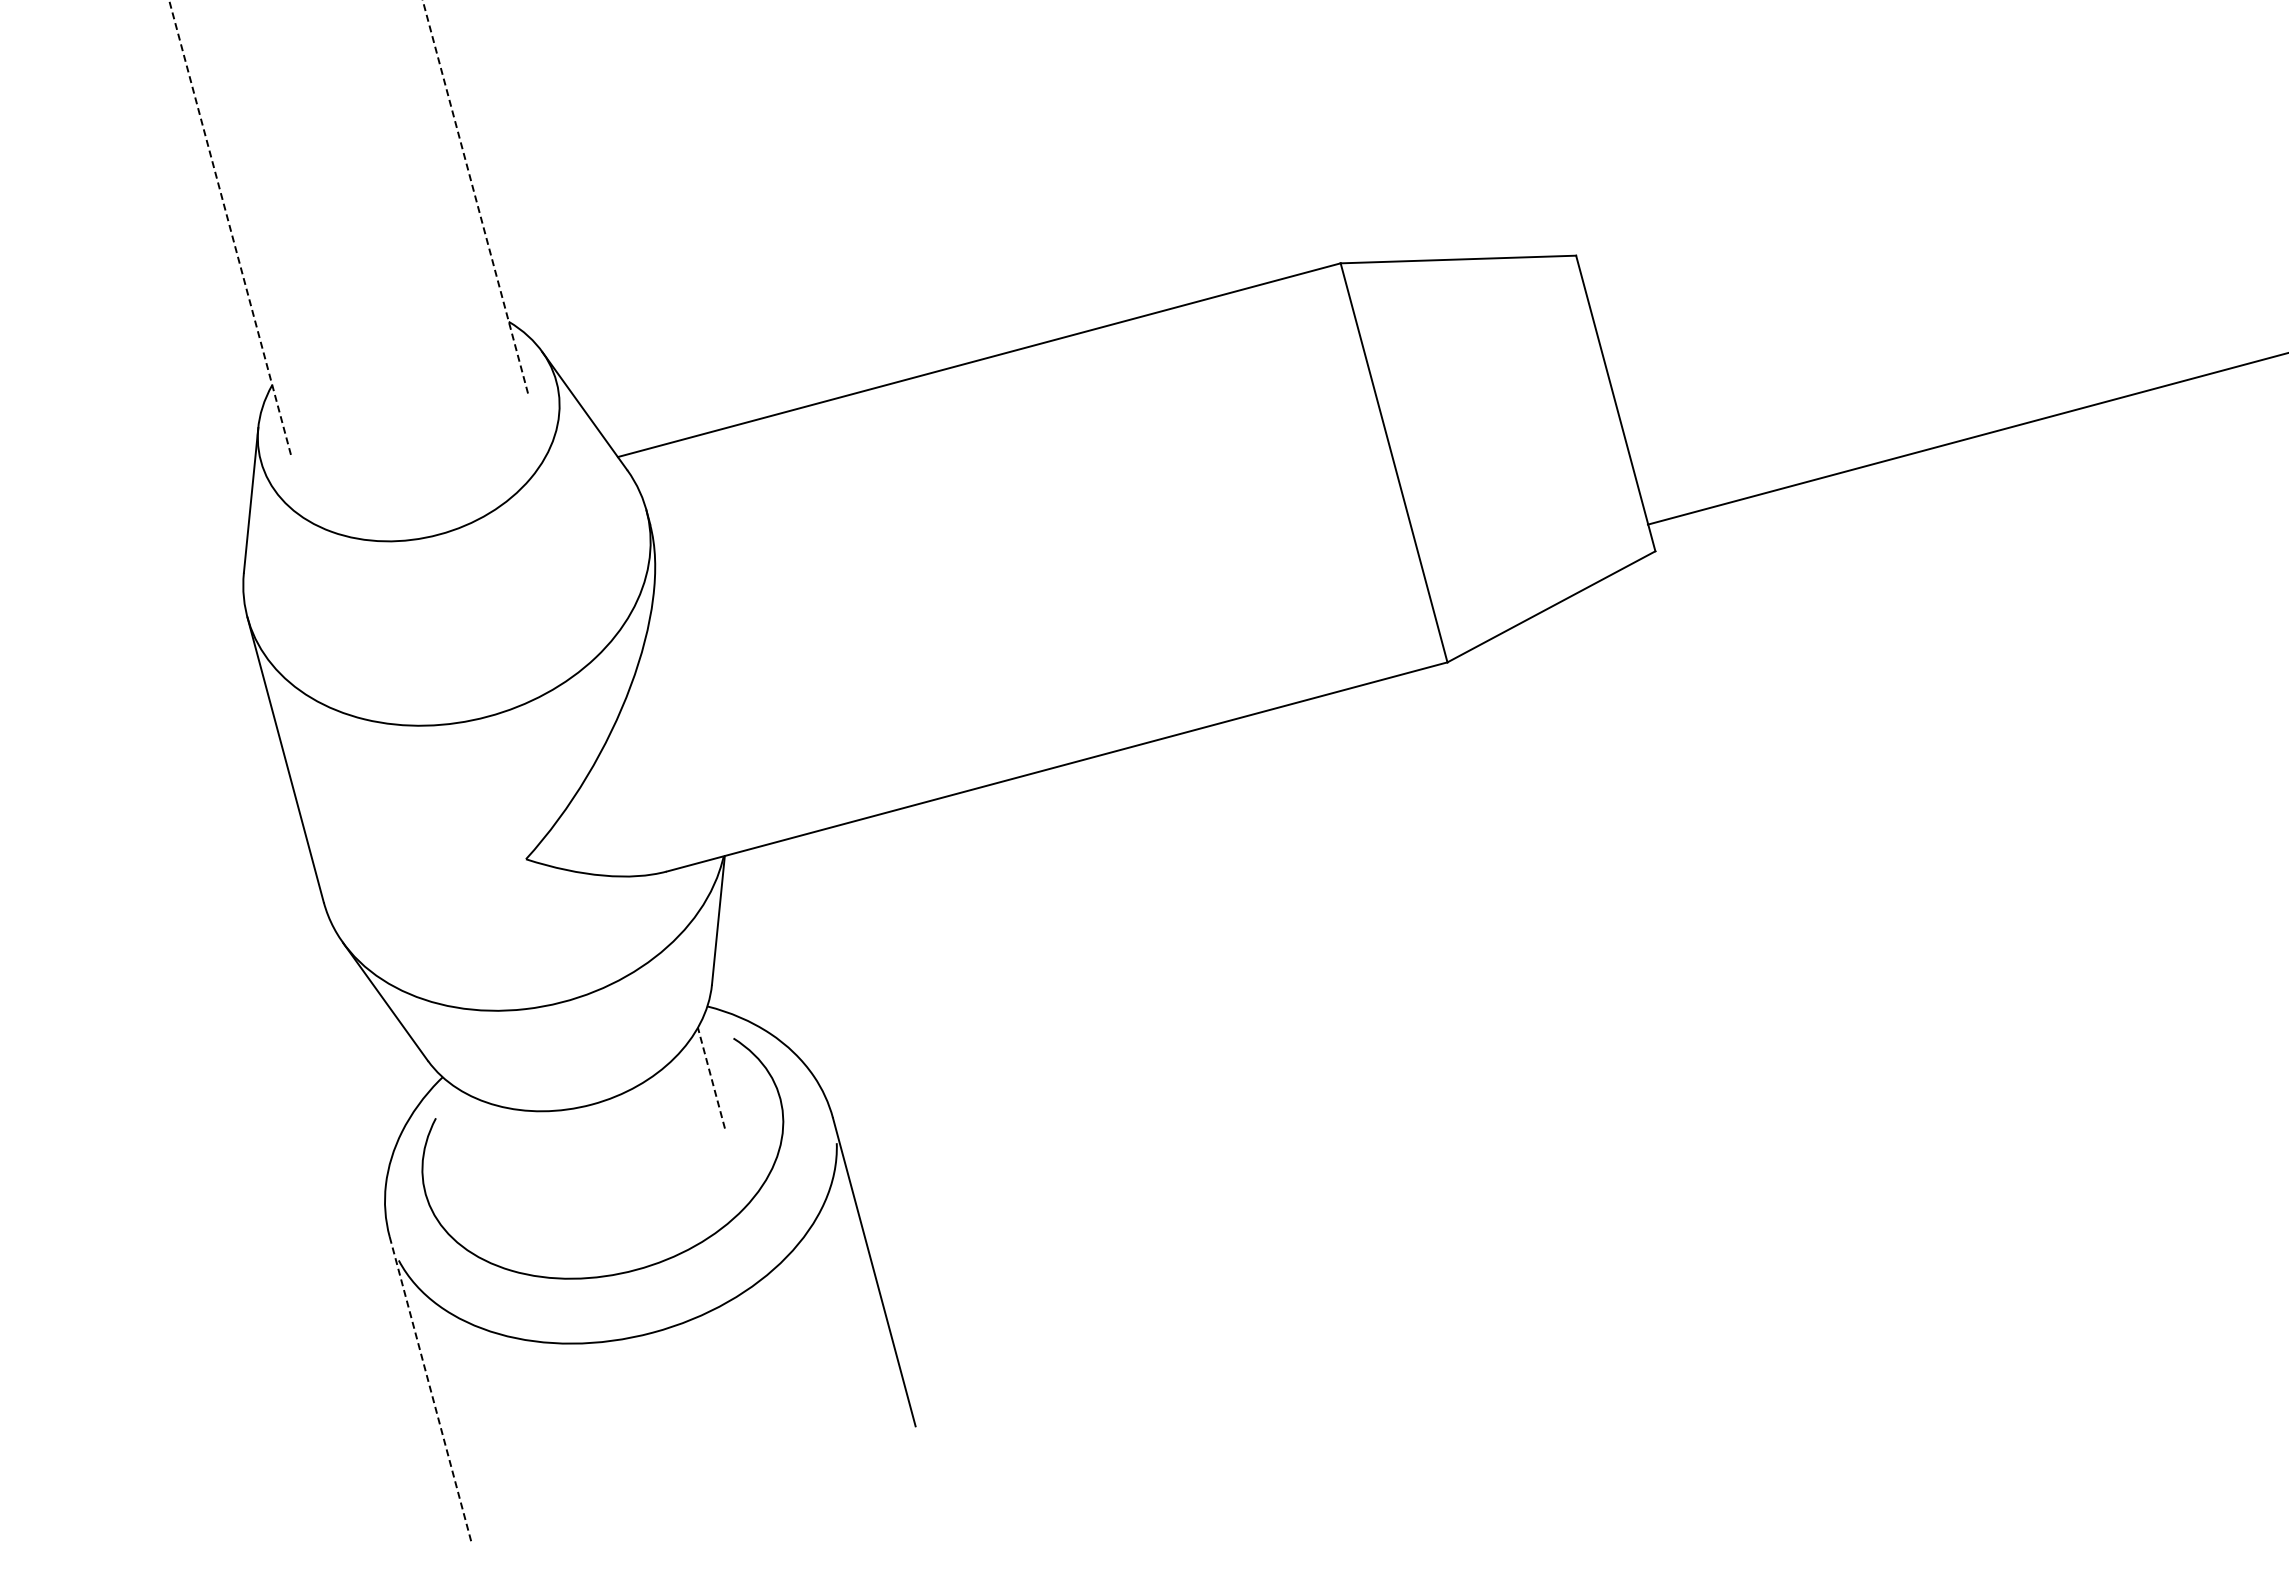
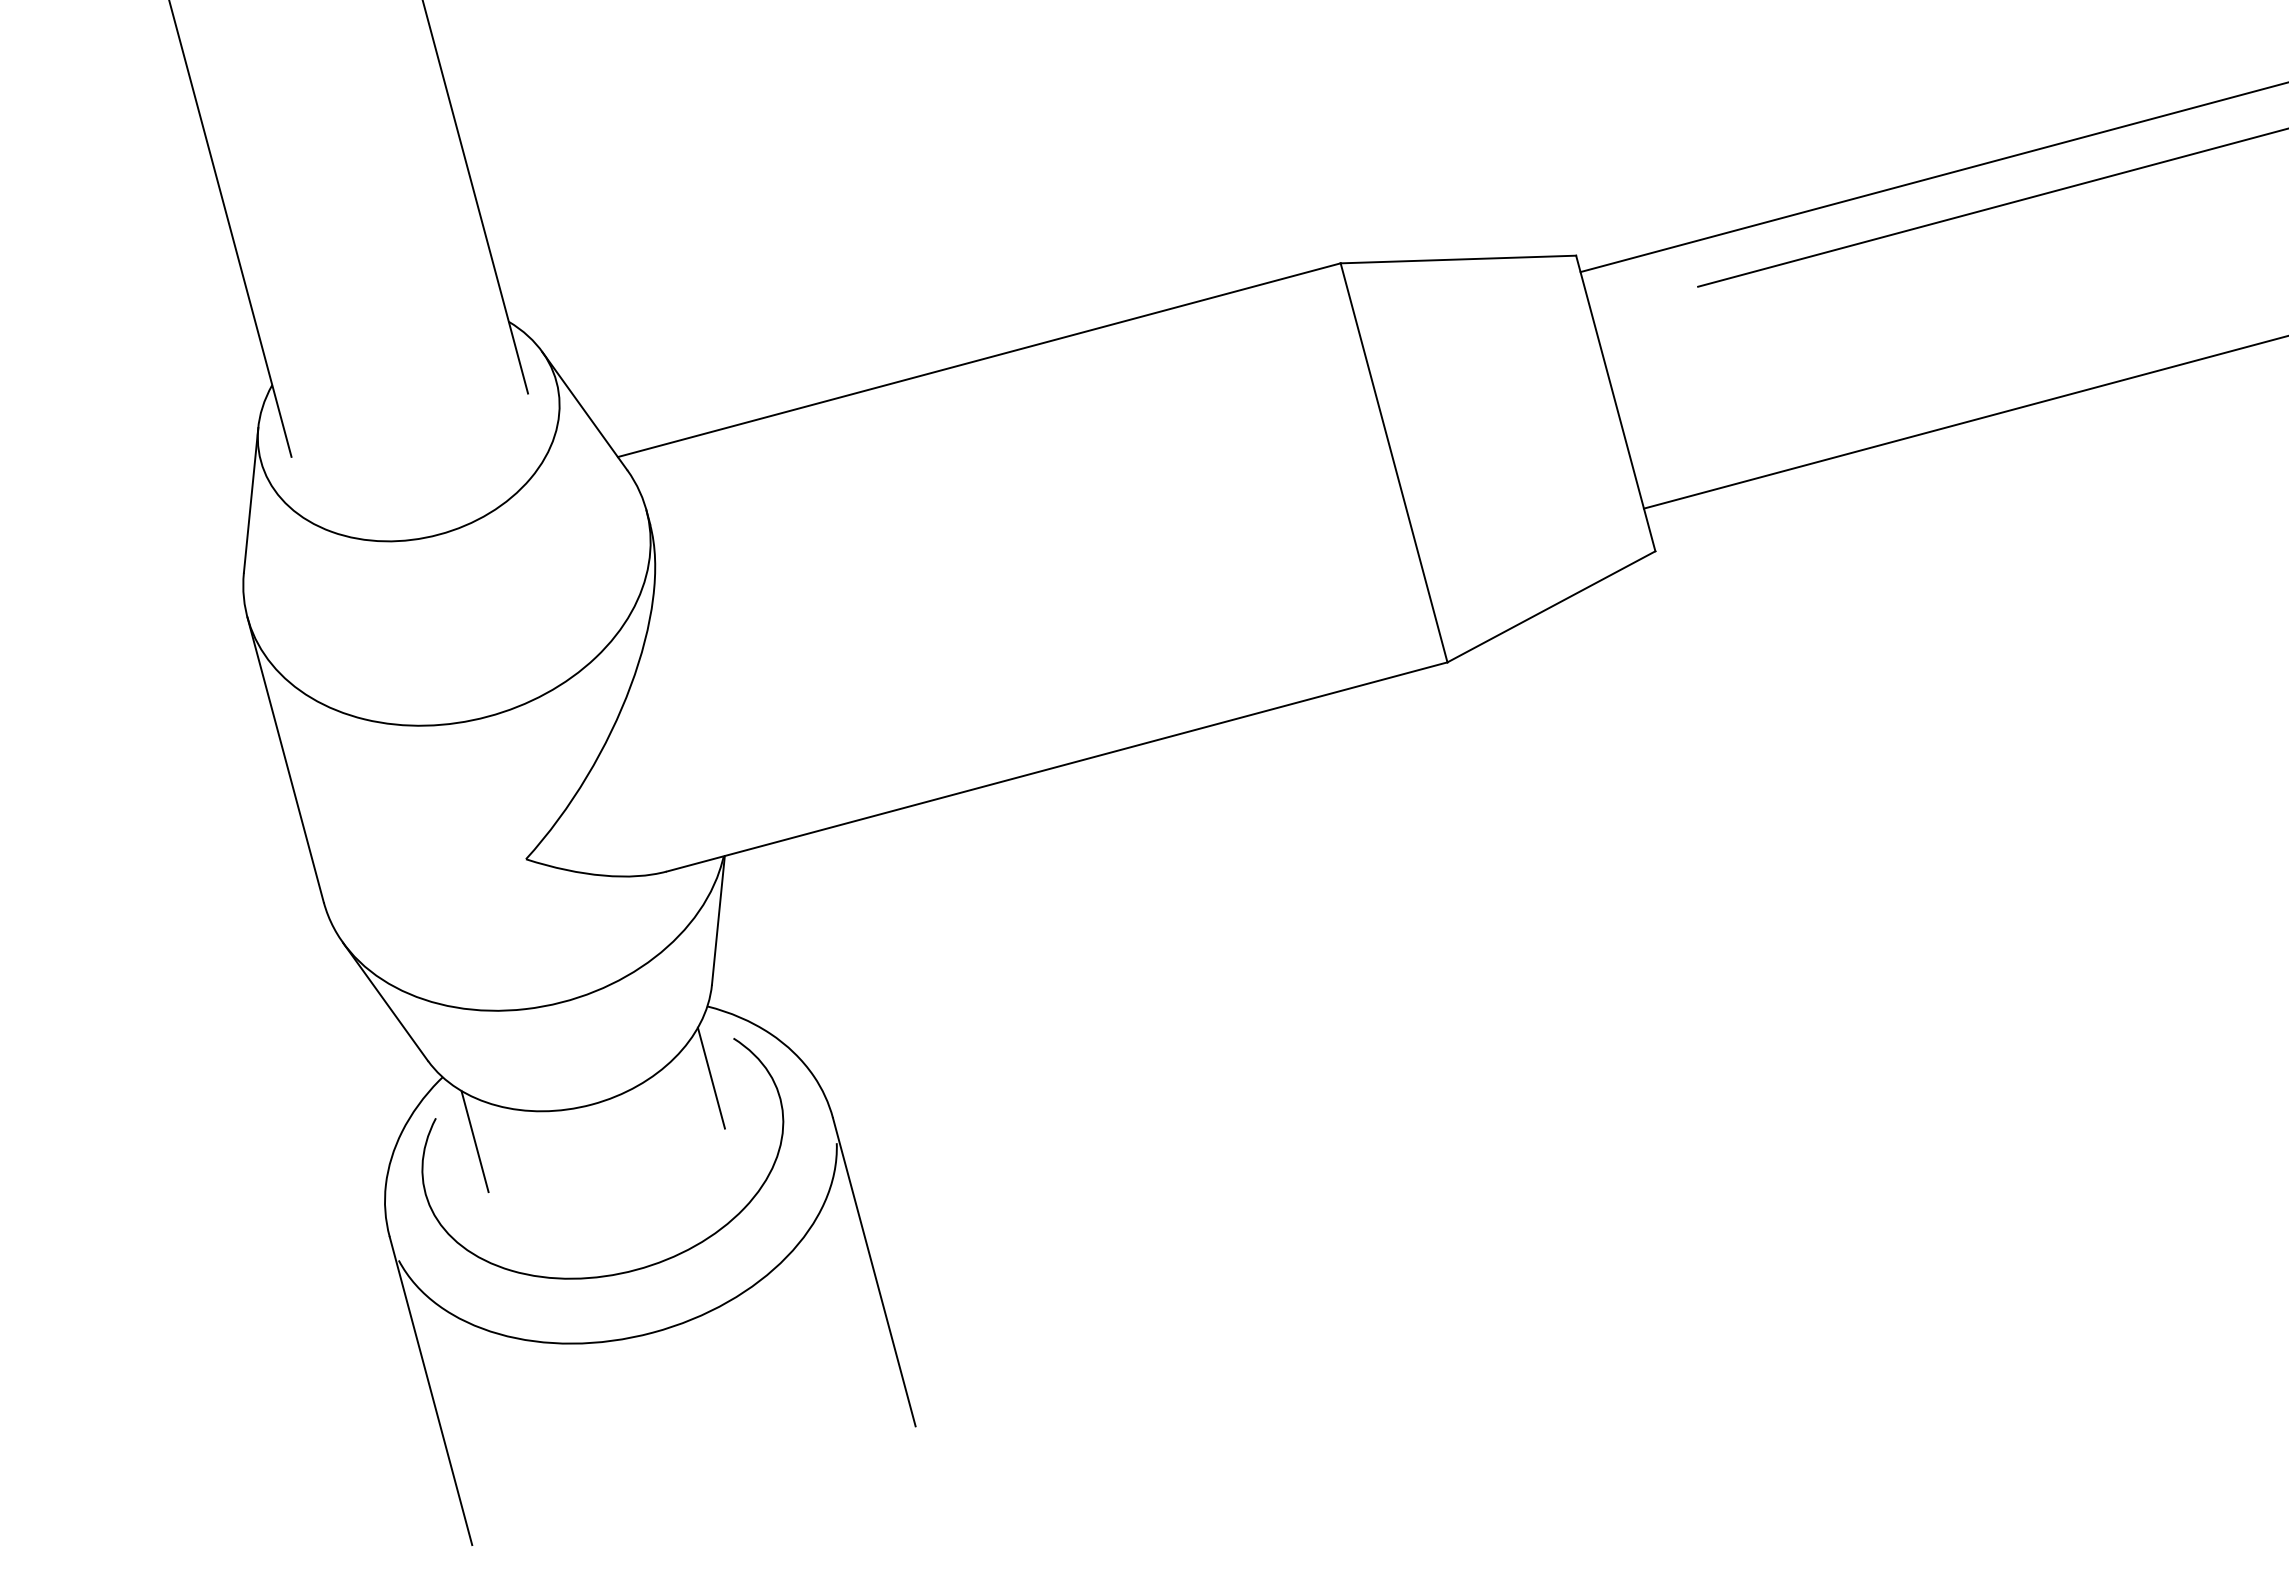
line at (1932, 177): none -> present
line at (475, 196): dashed -> solid
line at (1991, 207): none -> present
line at (230, 229): dashed -> solid
line at (1966, 438) position: (1966, 438) -> (1964, 422)
line at (711, 1077): dashed -> solid
line at (474, 1141): none -> present
line at (431, 1391): dashed -> solid
